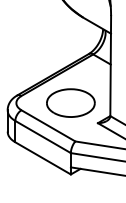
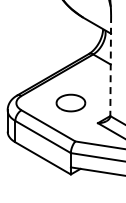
line at (110, 66): solid -> dashed
part at (70, 102) size: 50x30 px -> 32x20 px
